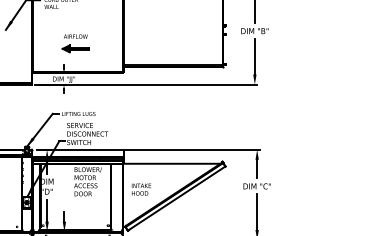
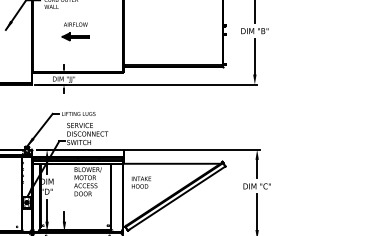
part at (75, 43) position: (75, 43) -> (75, 31)
text at (140, 189) position: (140, 189) -> (140, 182)
